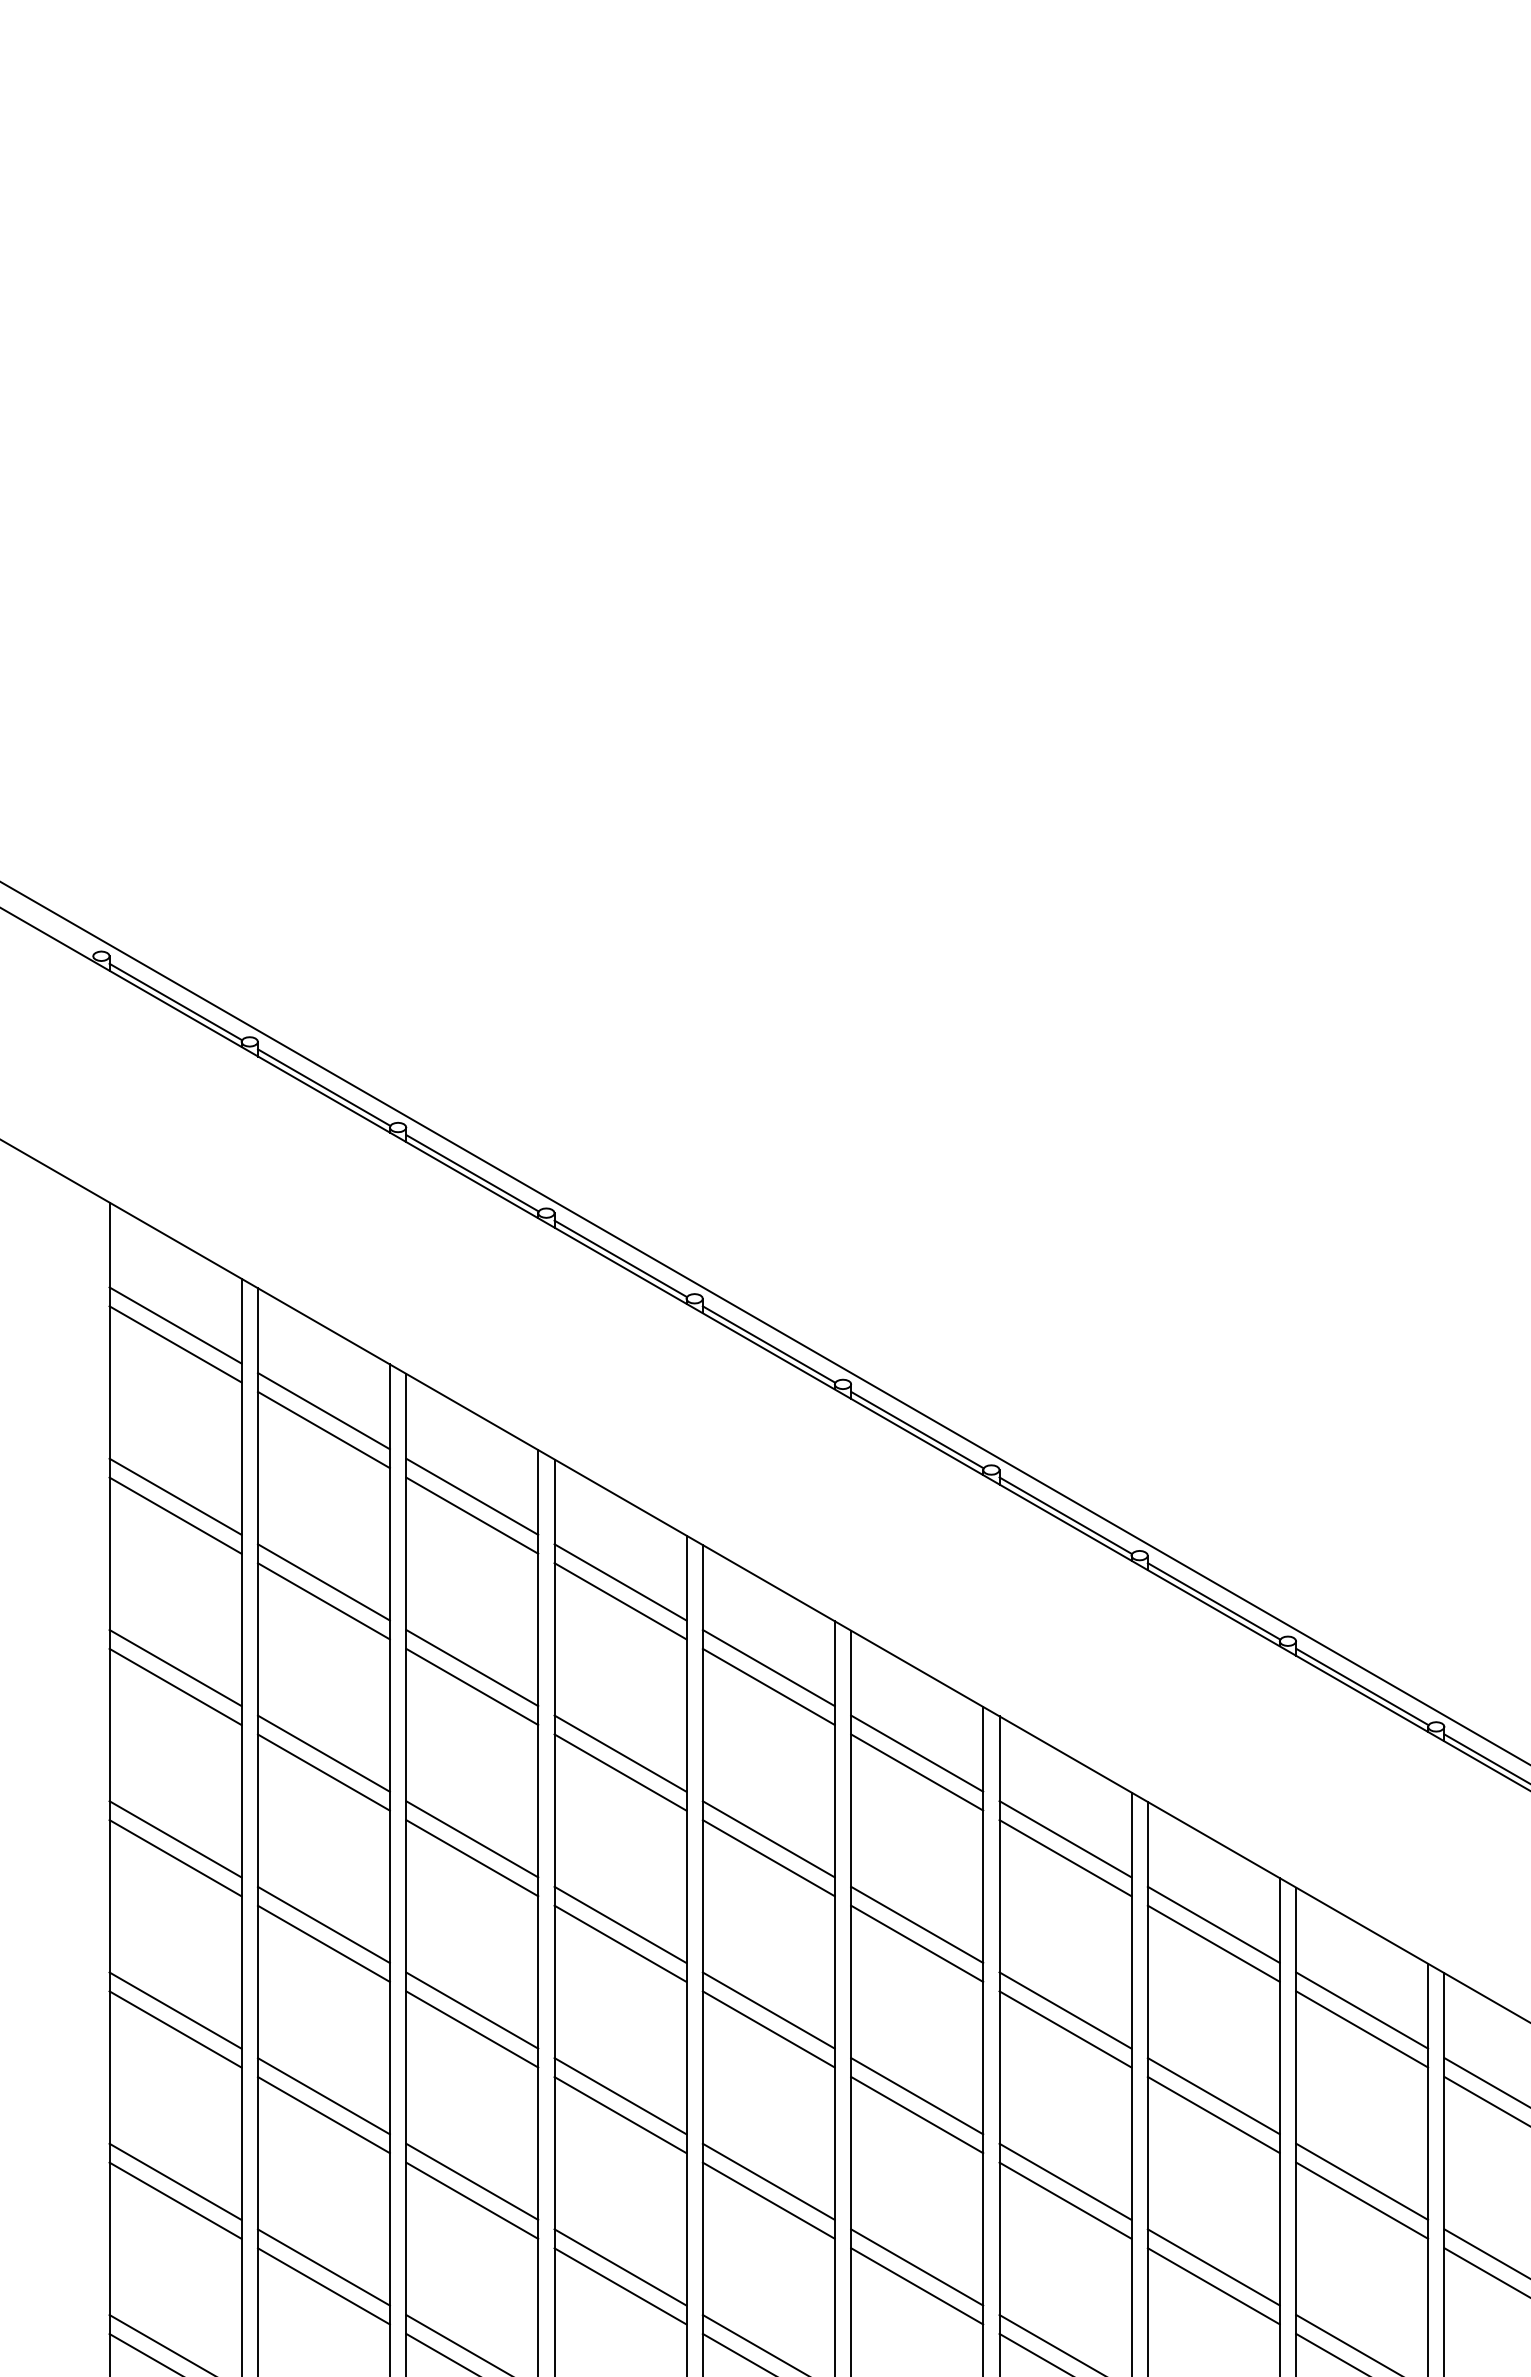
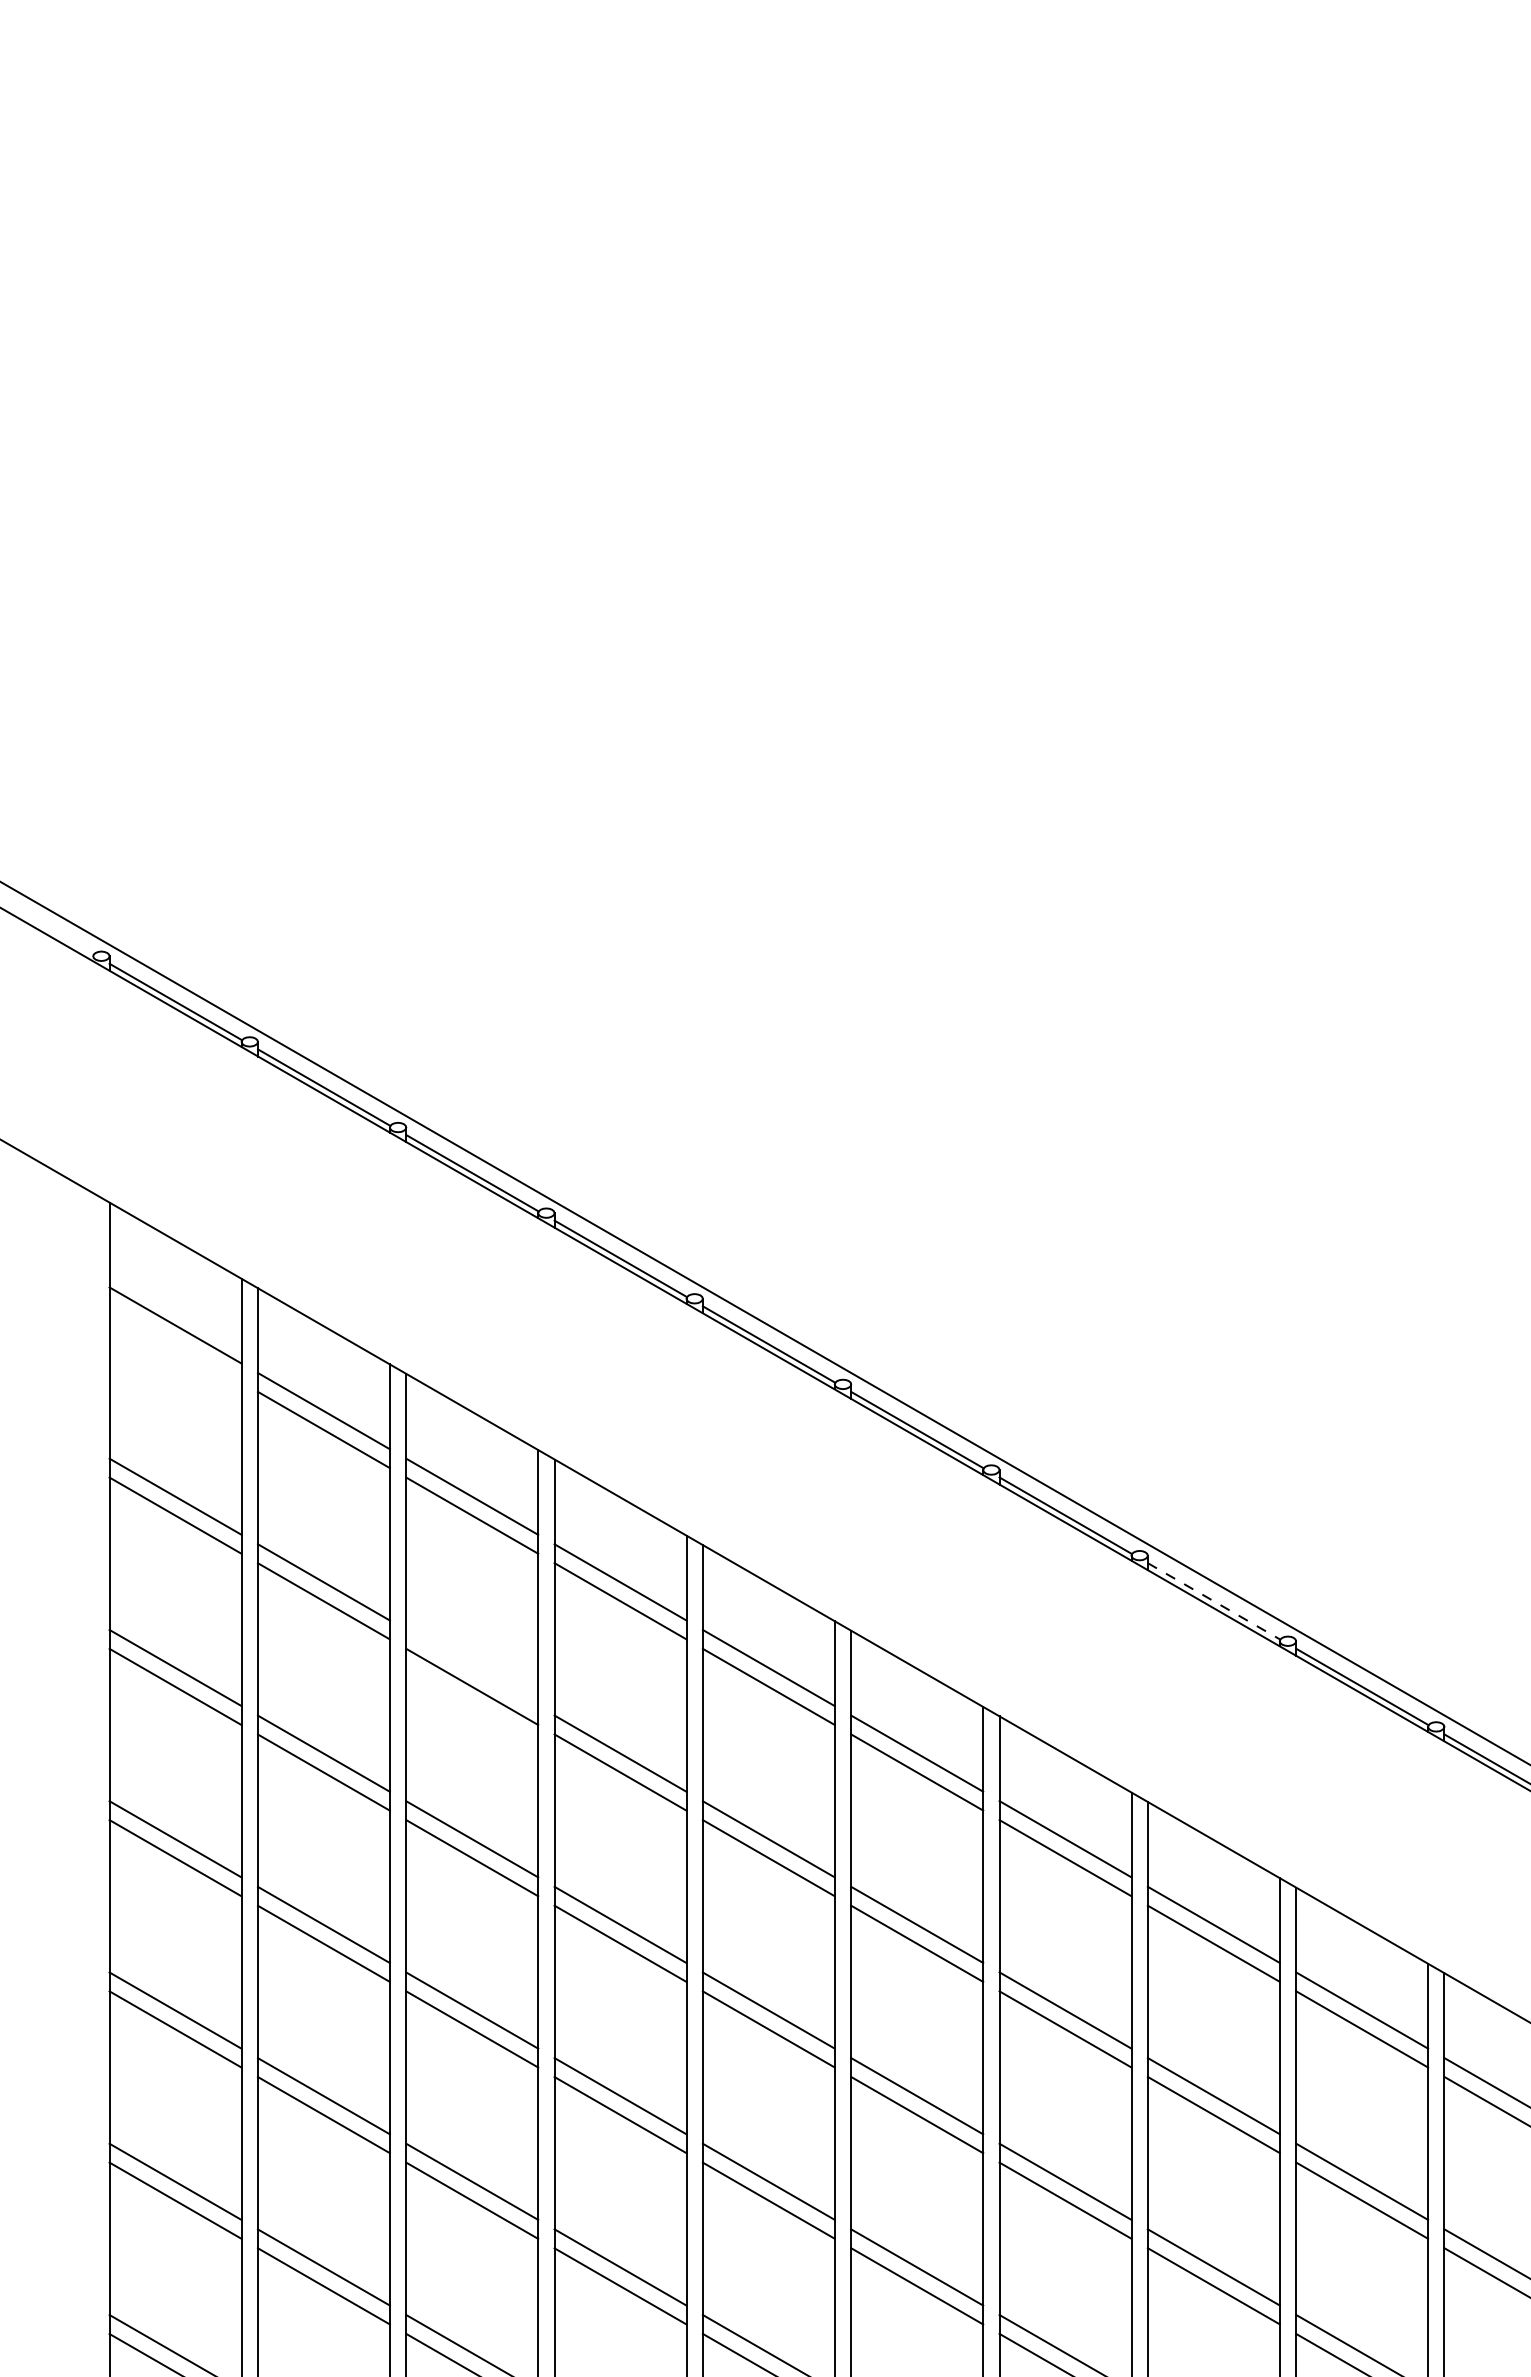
line at (175, 1344): present -> none
line at (1214, 1601): solid -> dashed
line at (472, 1667): present -> none
